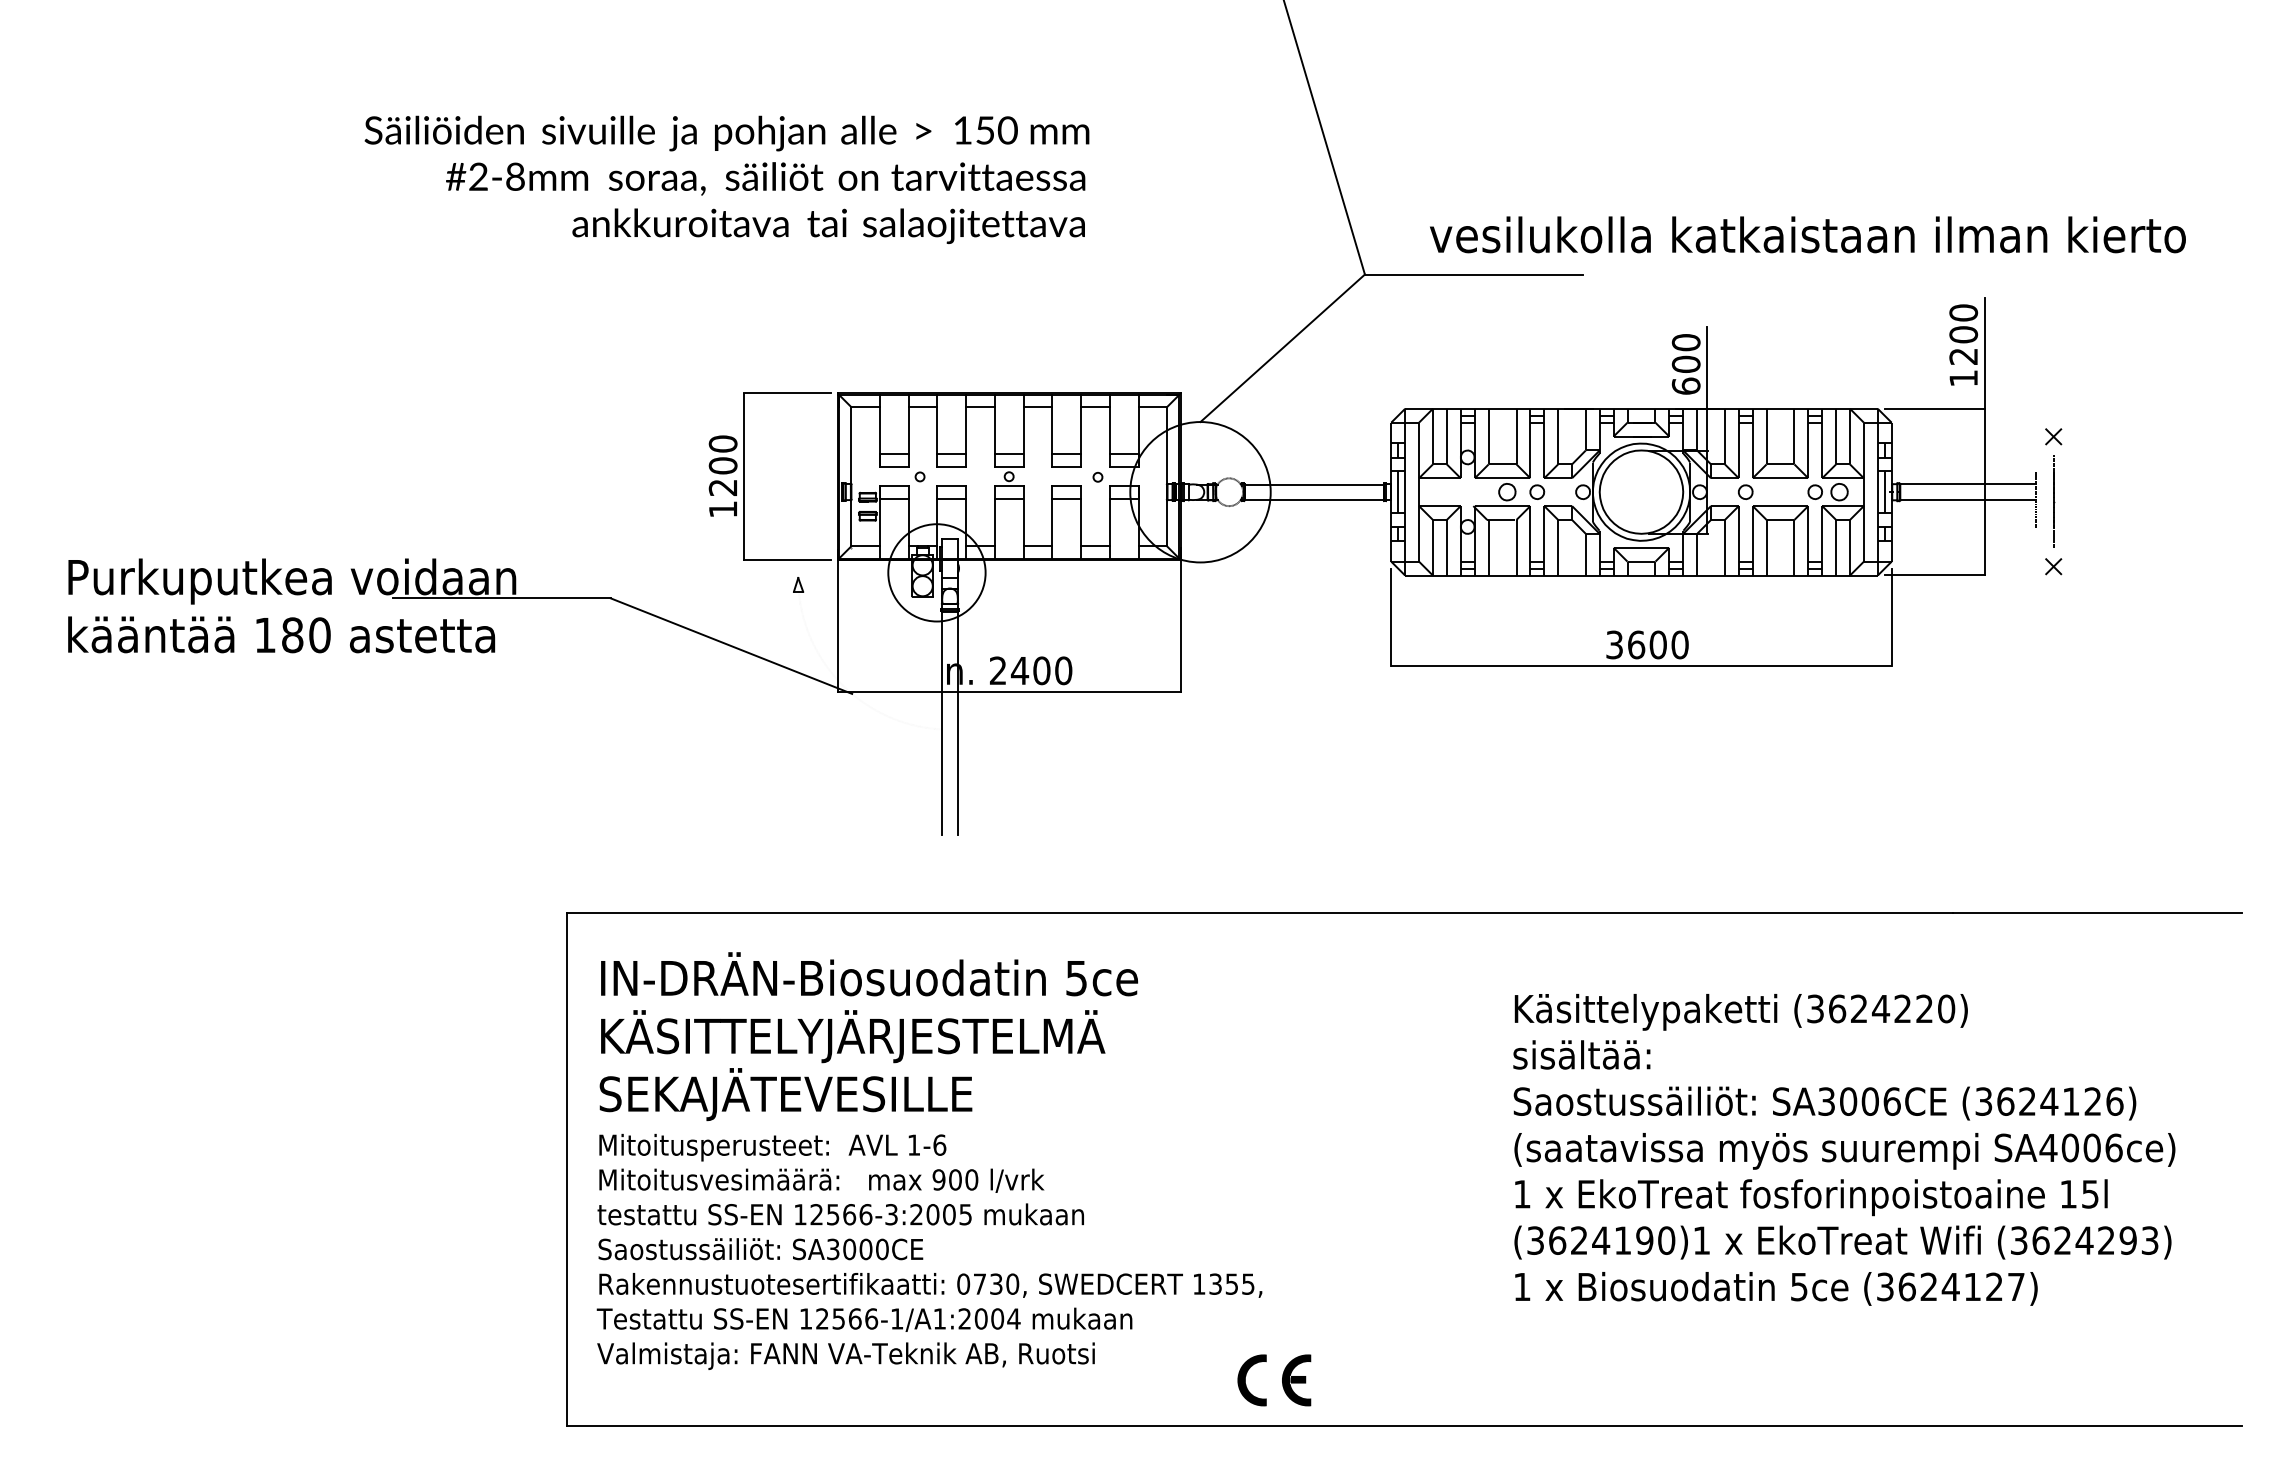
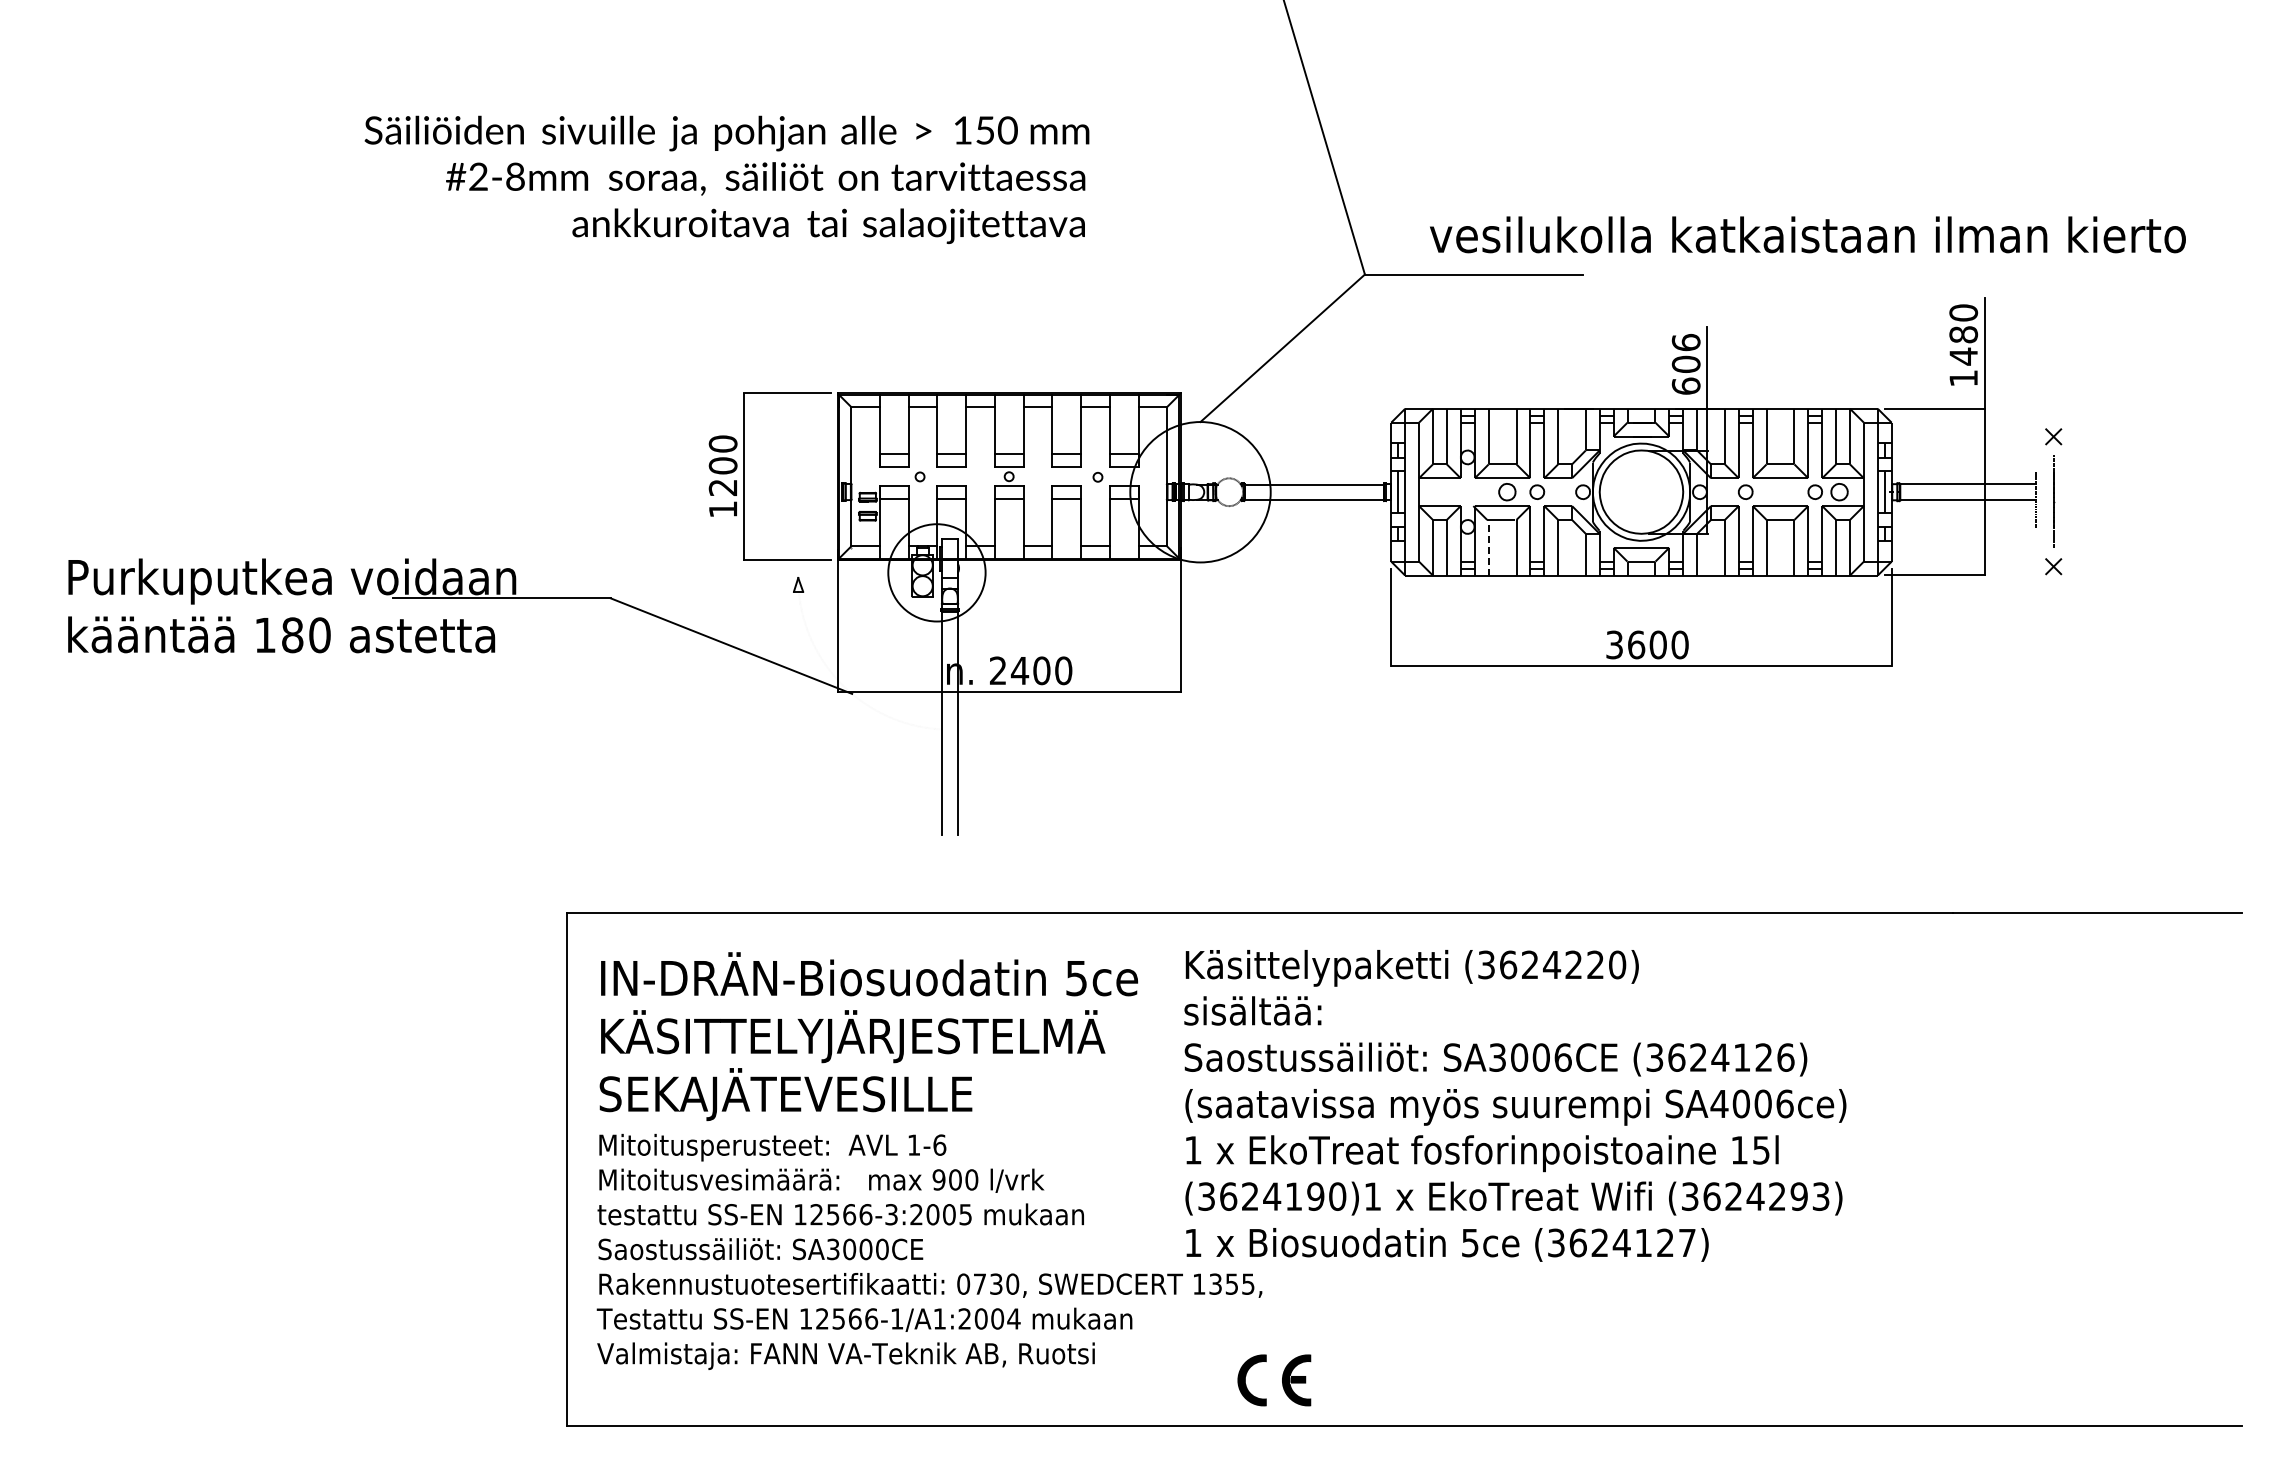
text at (1685, 342): 600 -> 606
text at (1963, 345): 1200 -> 1480
line at (1488, 547): solid -> dashed
text at (1844, 1149) position: (1844, 1149) -> (1515, 1105)
